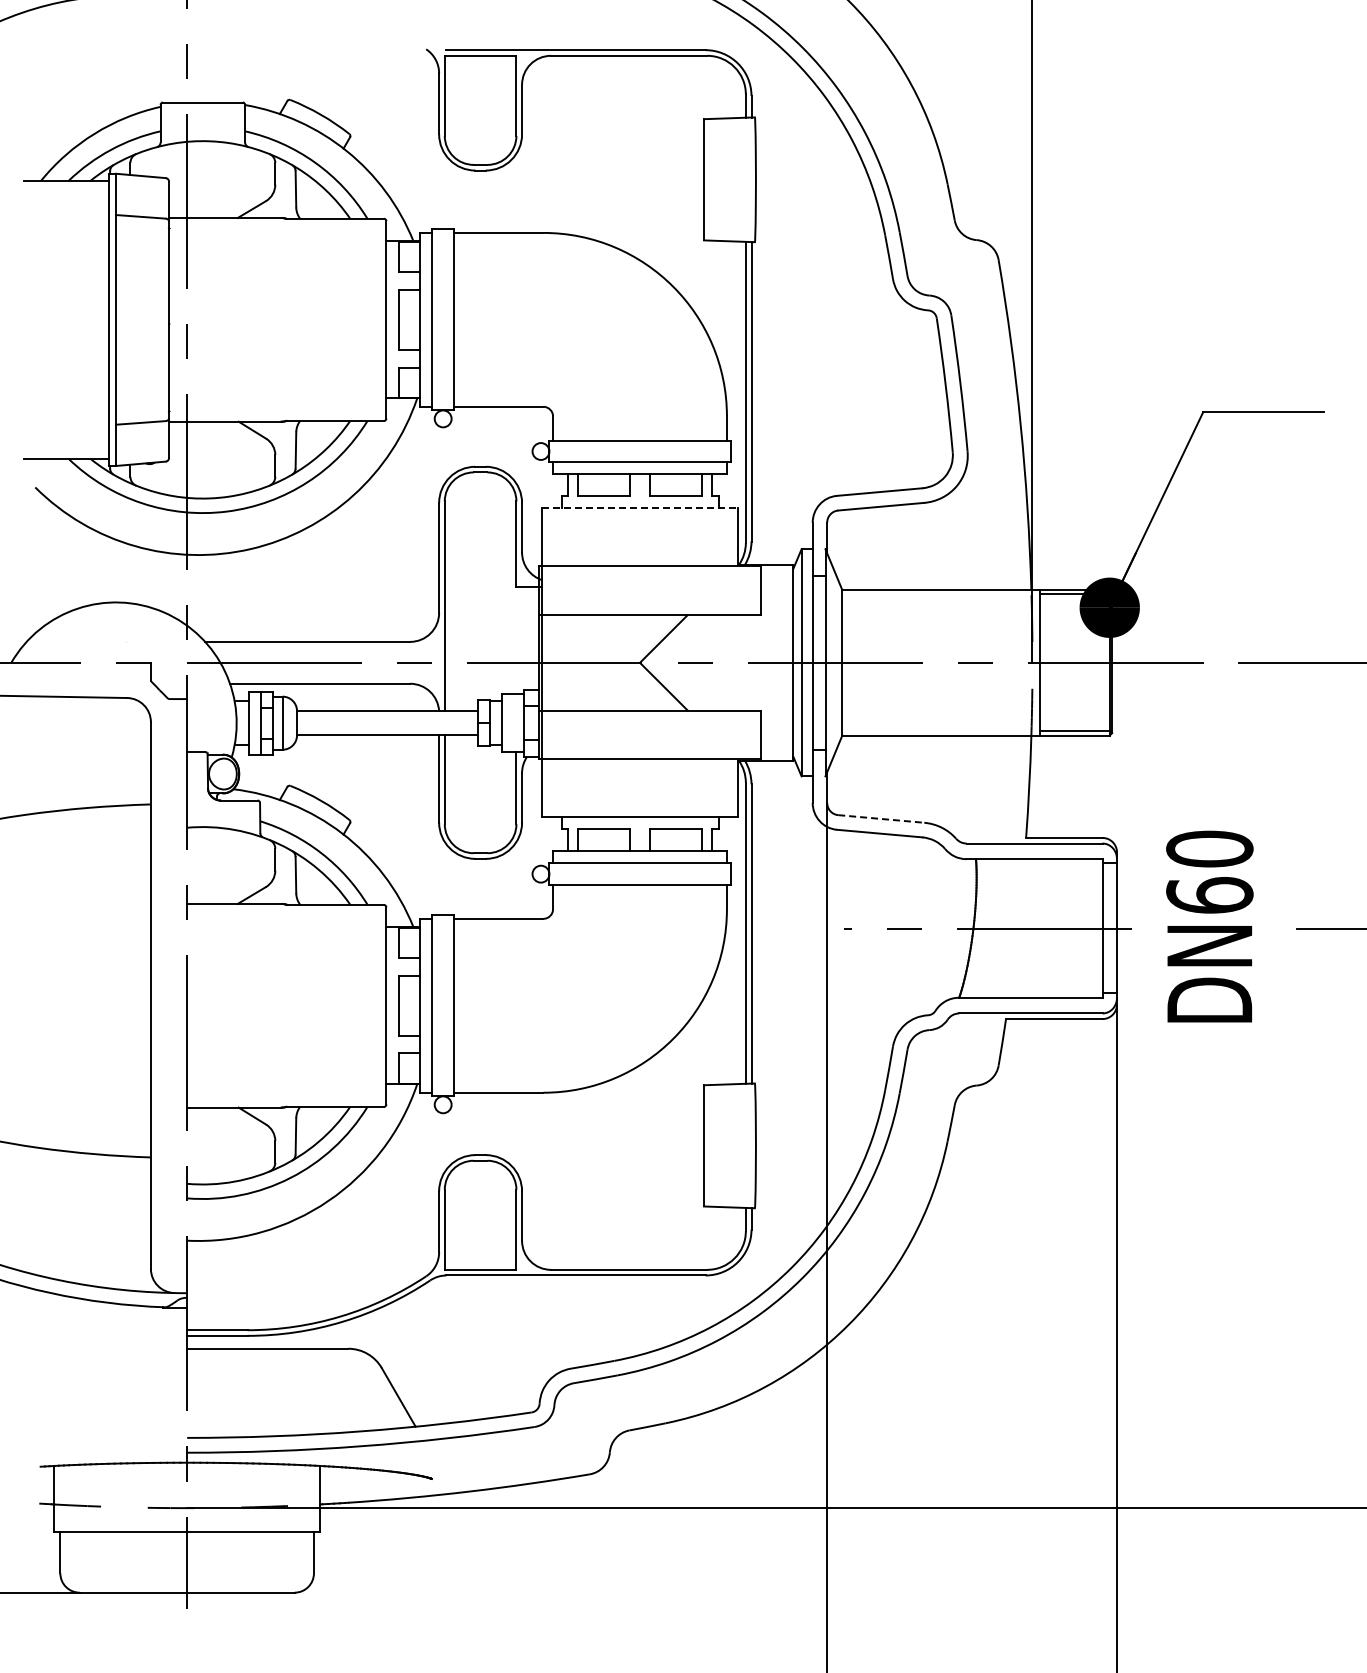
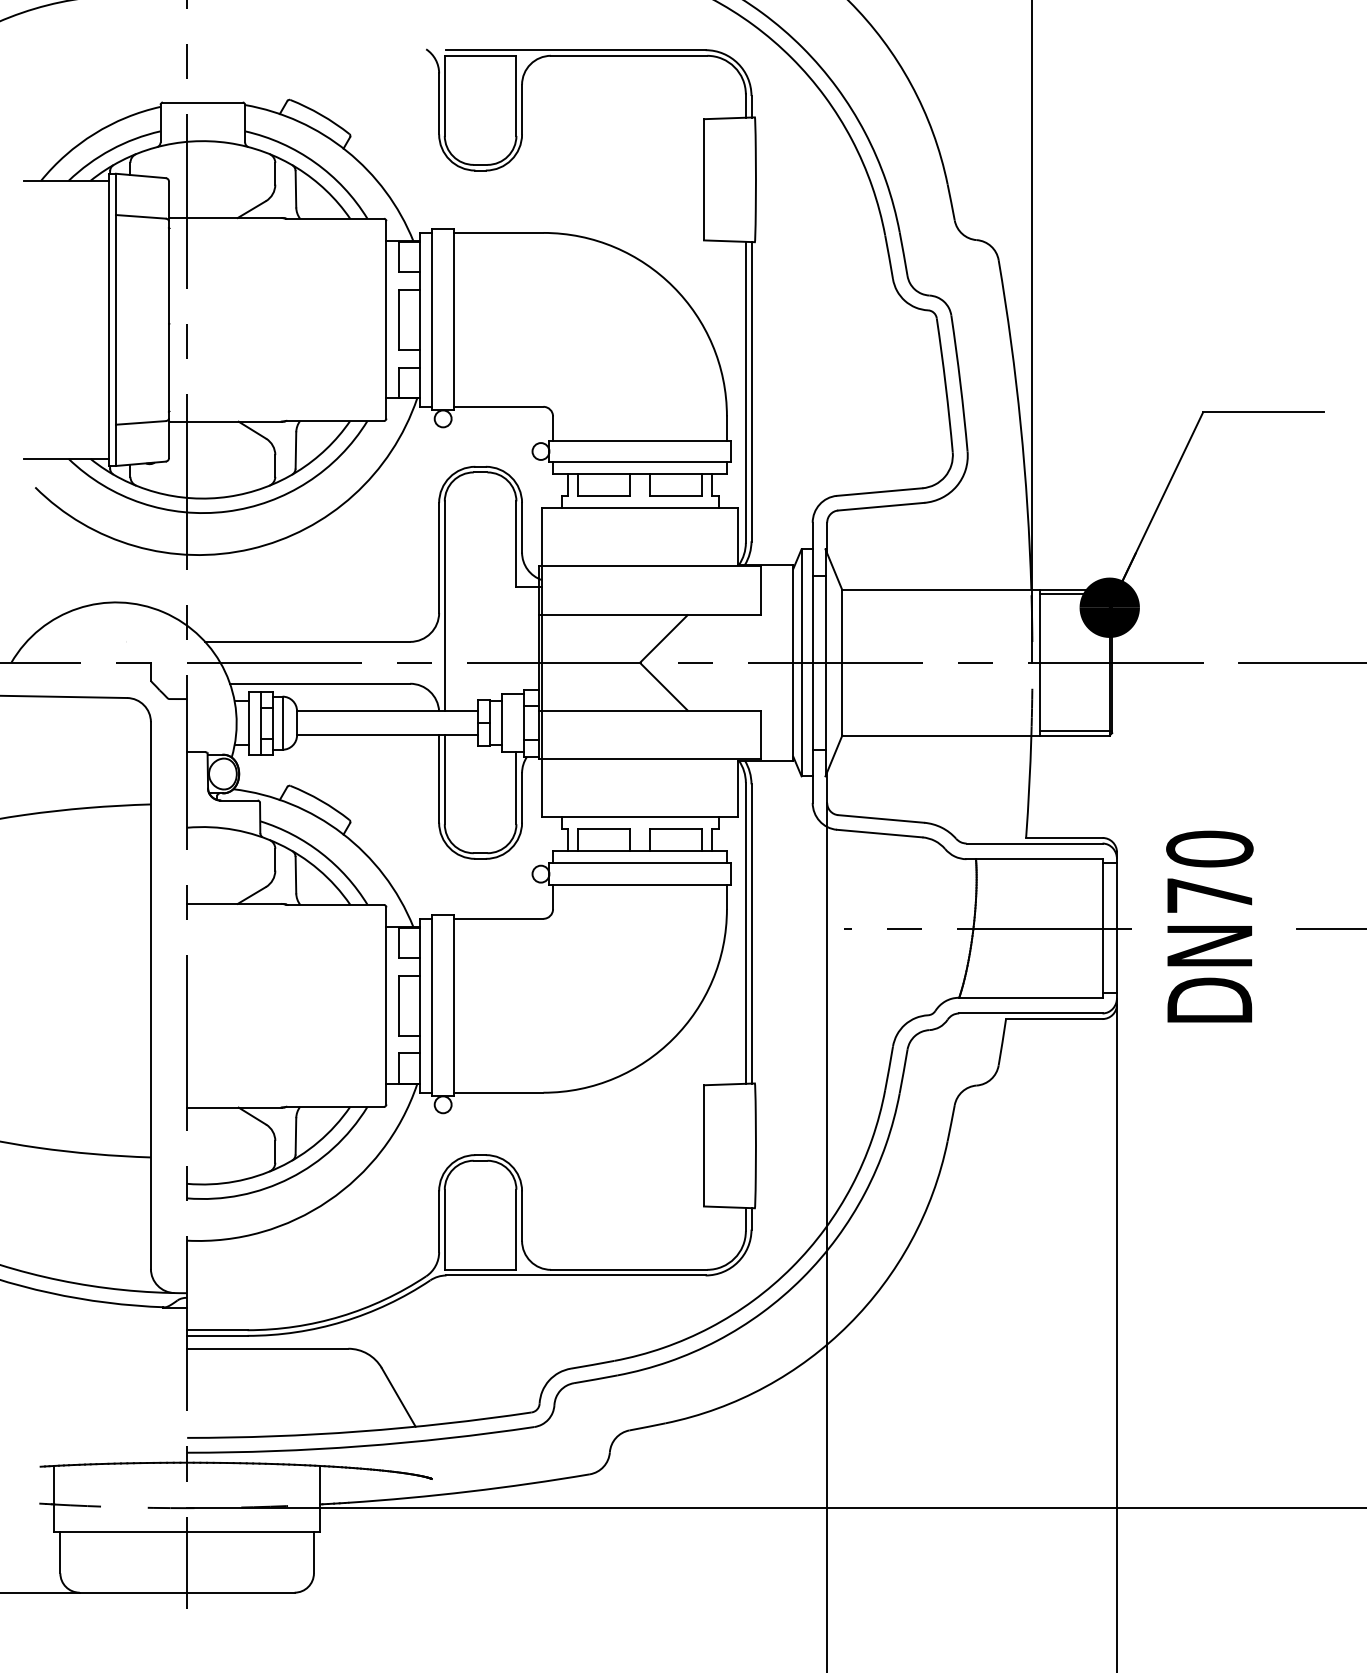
line at (640, 508): dashed -> solid
line at (881, 819): dashed -> solid
text at (1209, 895): DN60 -> DN70
